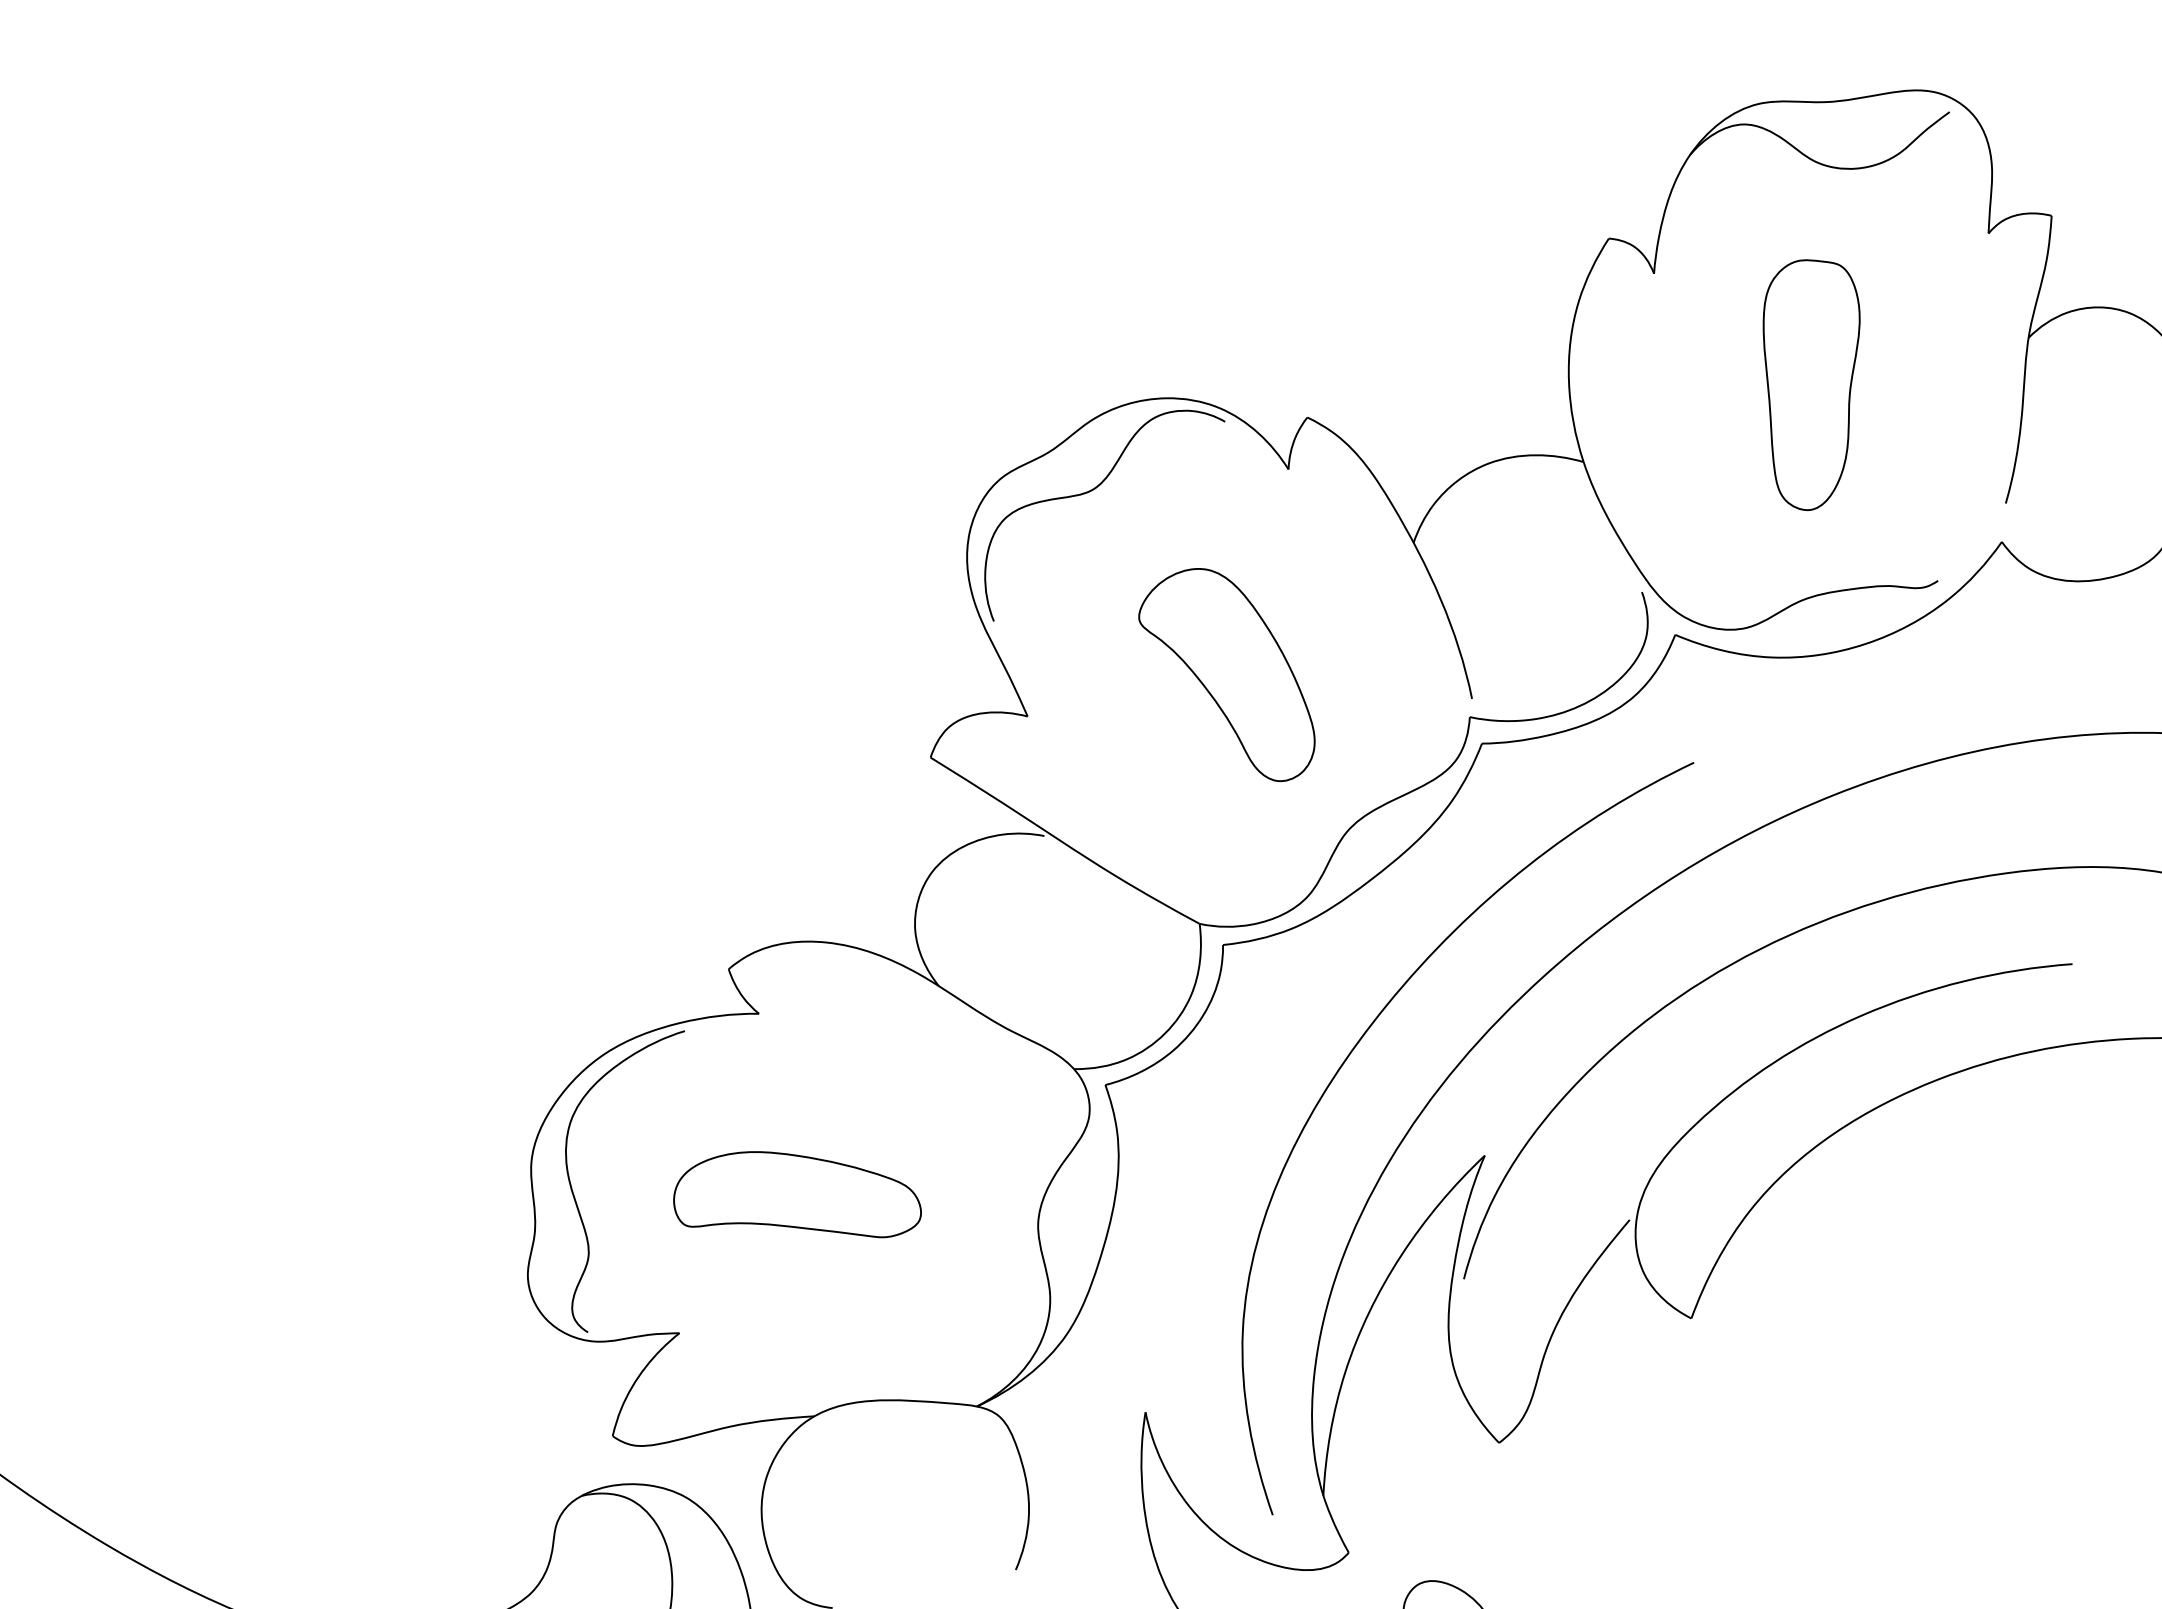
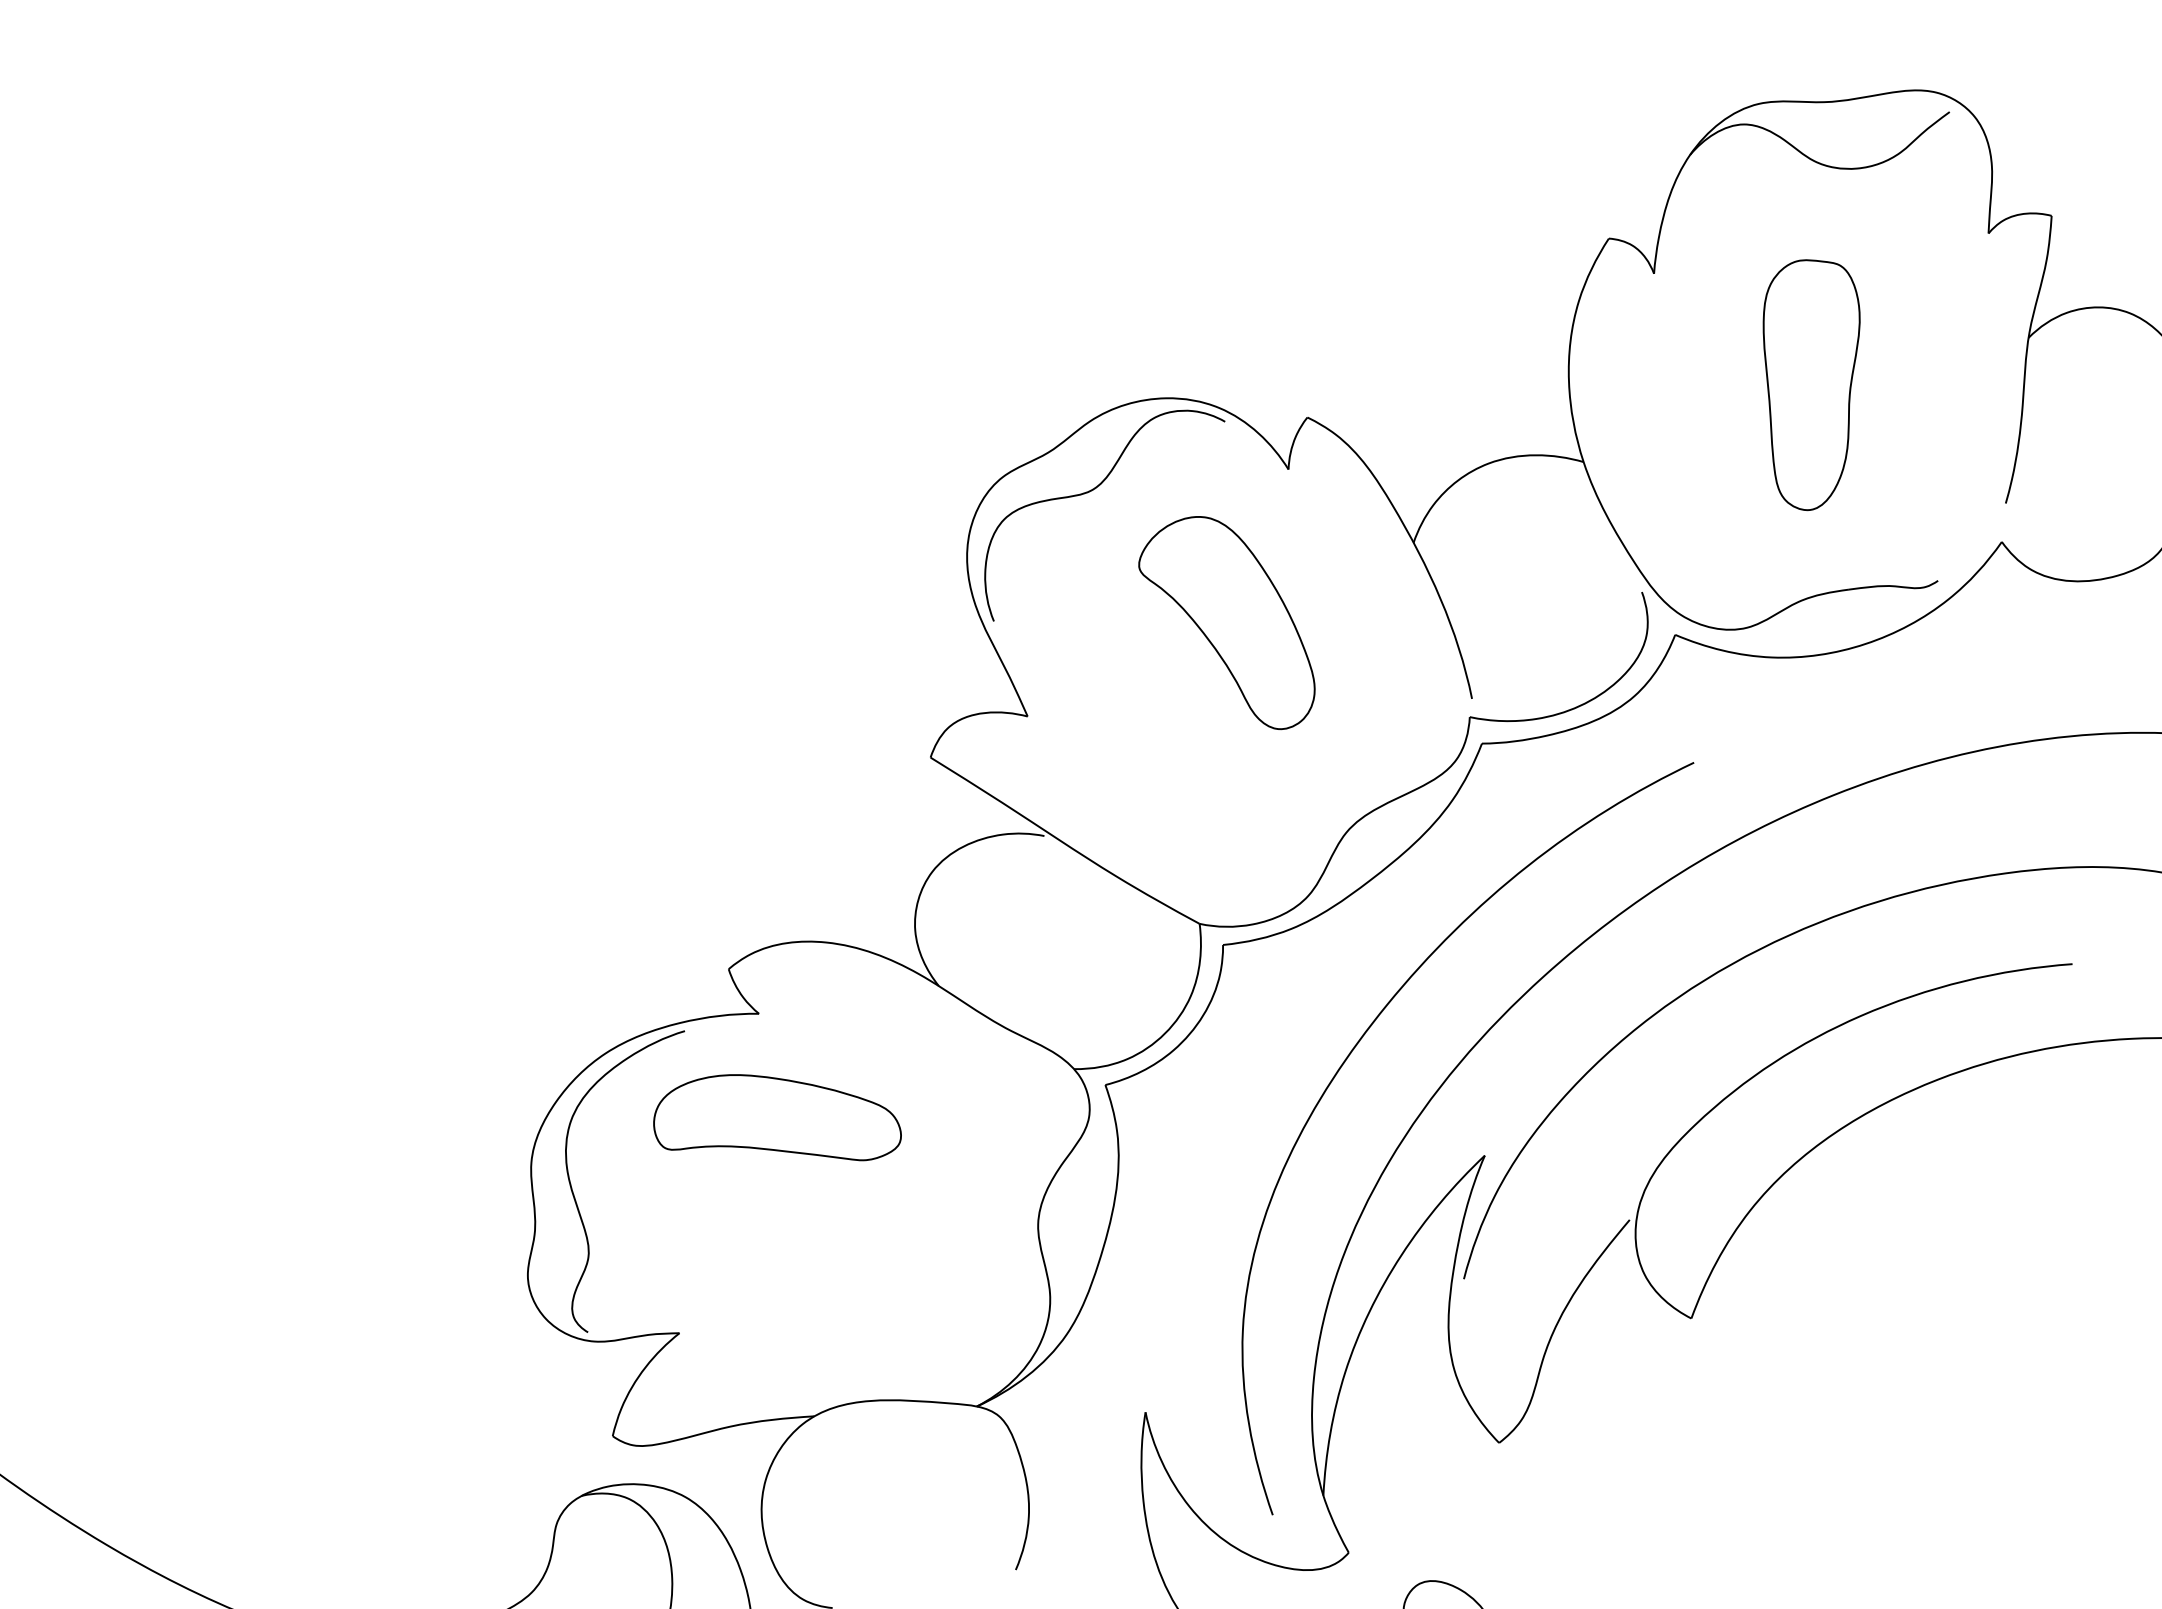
part at (1226, 675) position: (1226, 675) -> (1226, 623)
part at (797, 1194) position: (797, 1194) -> (777, 1117)
